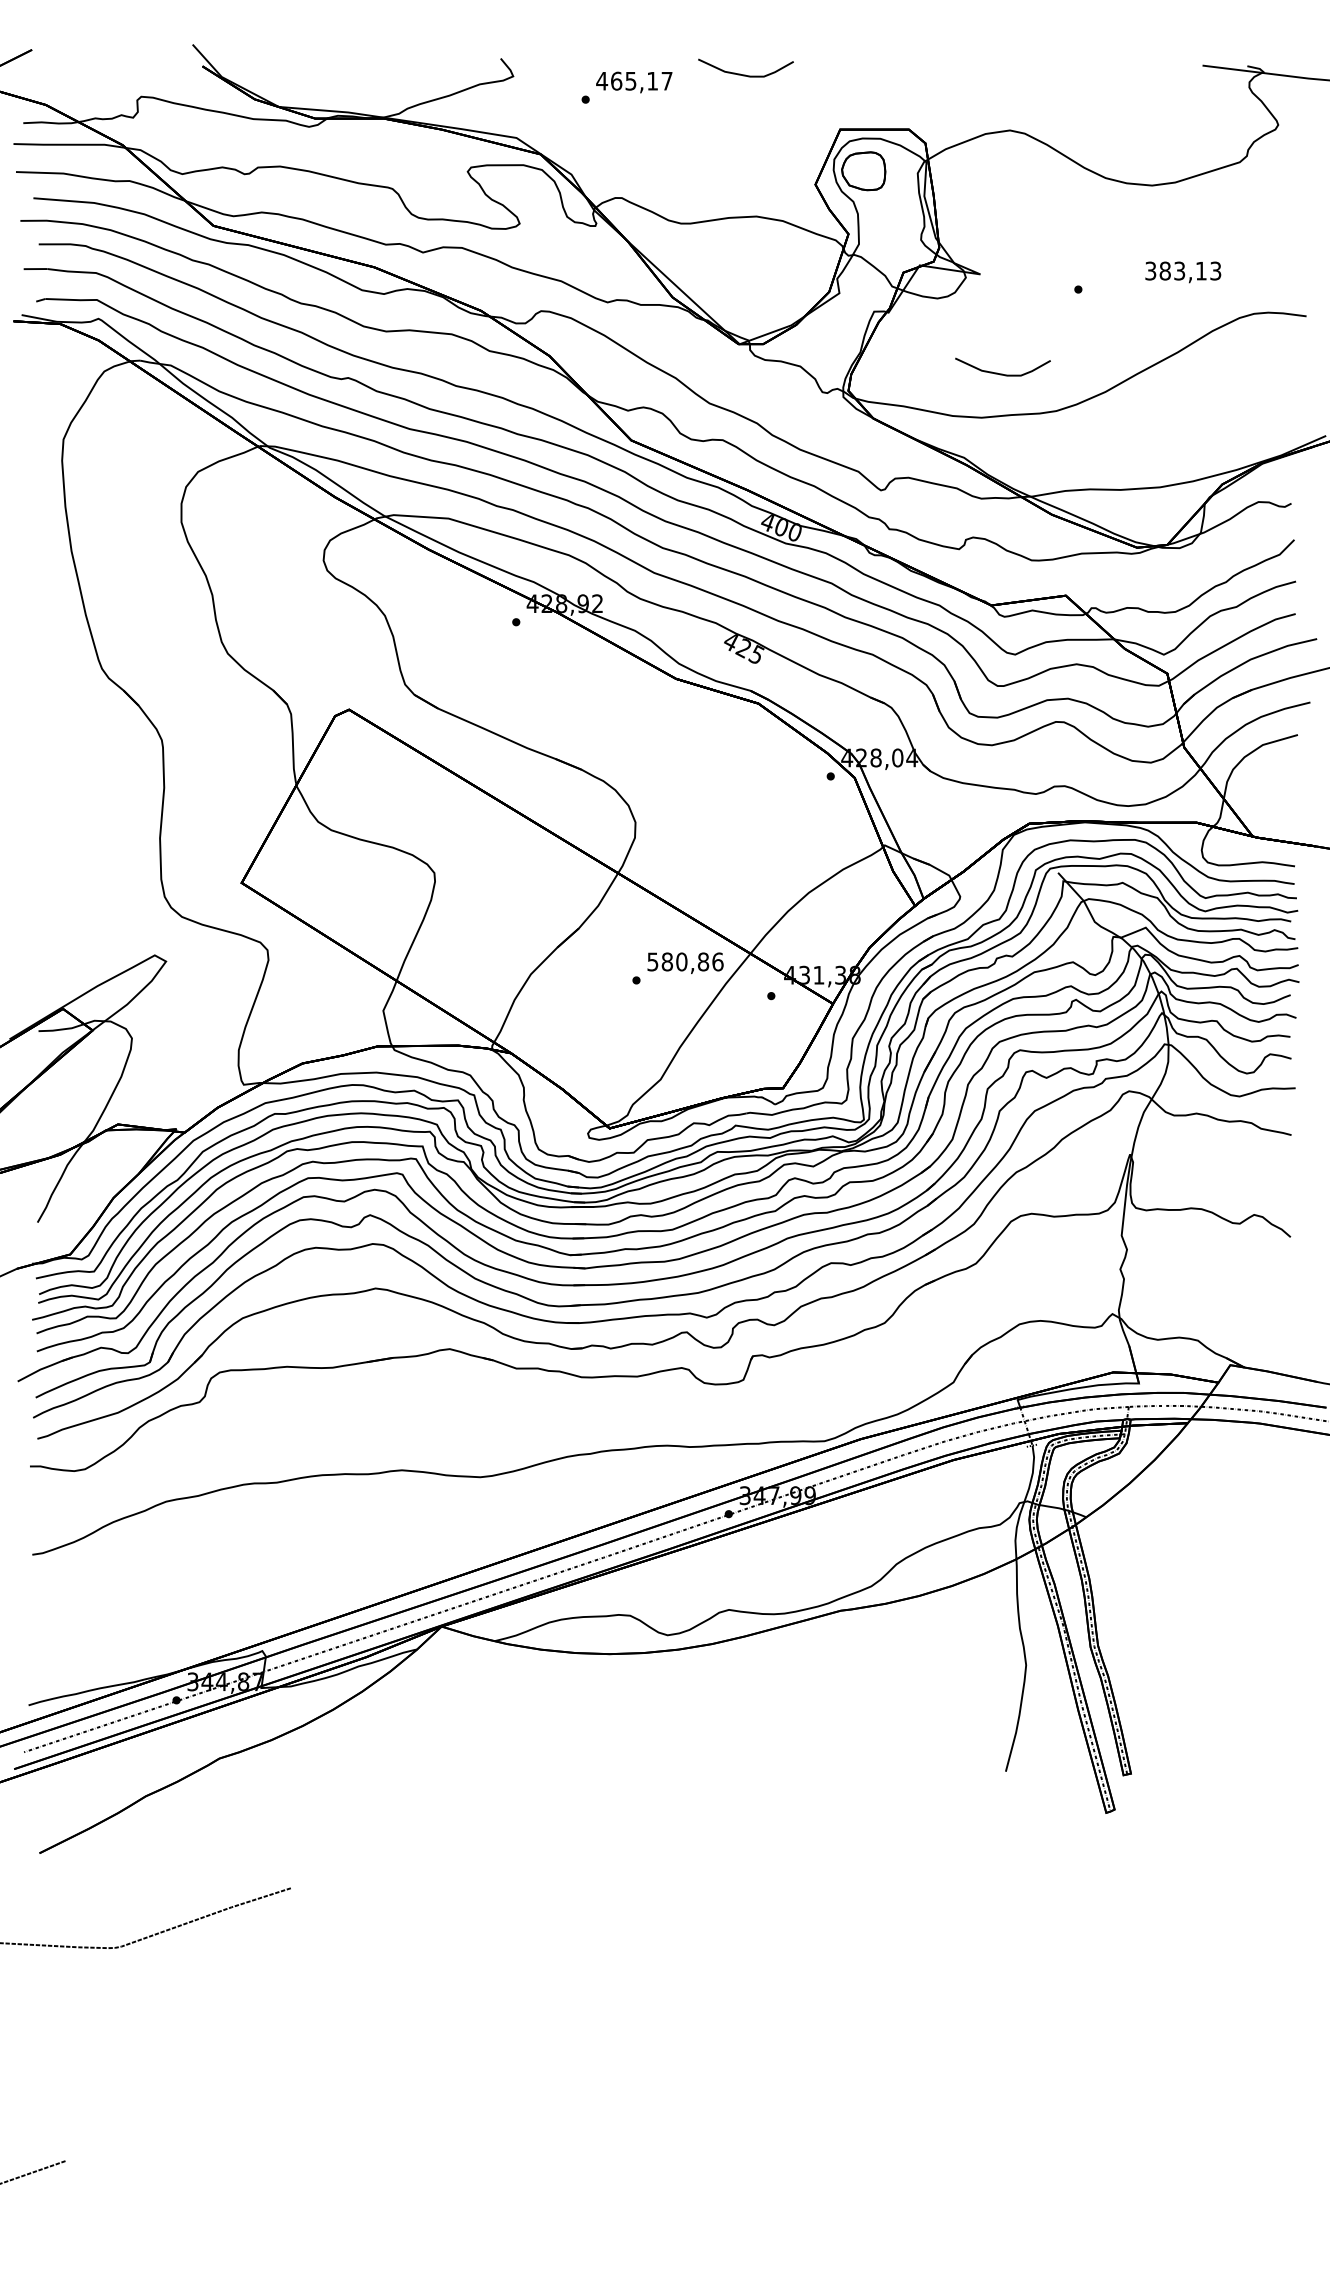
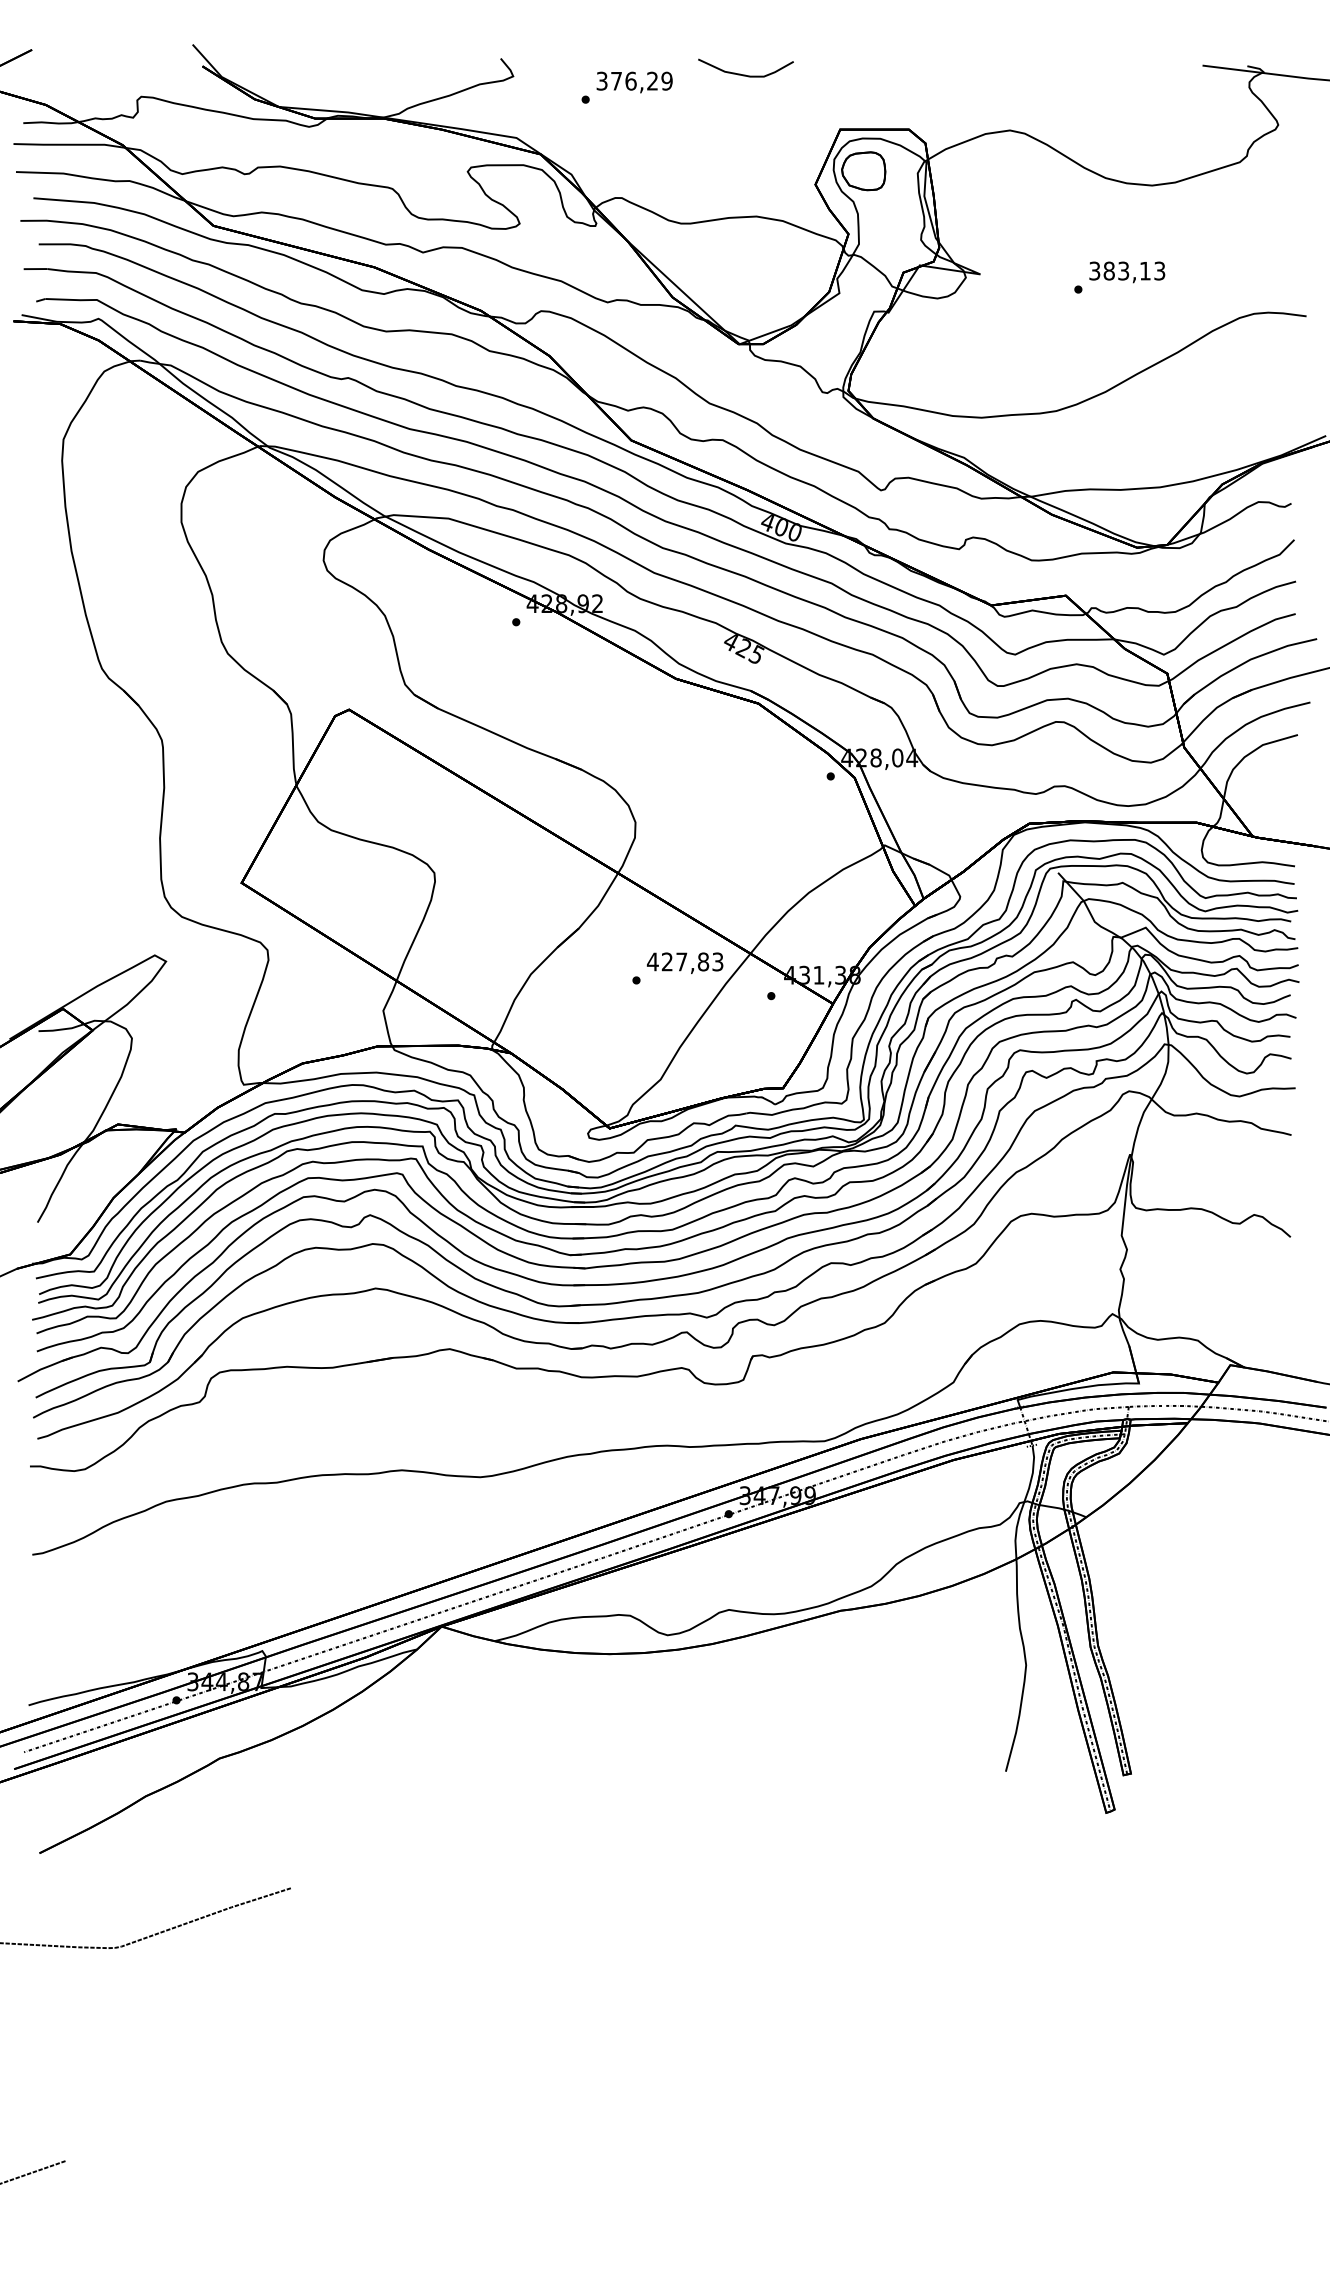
text at (634, 80): 465,17 -> 376,29
text at (1183, 272) position: (1183, 272) -> (1127, 272)
curve at (1002, 373): present -> none
text at (684, 961): 580,86 -> 427,83
